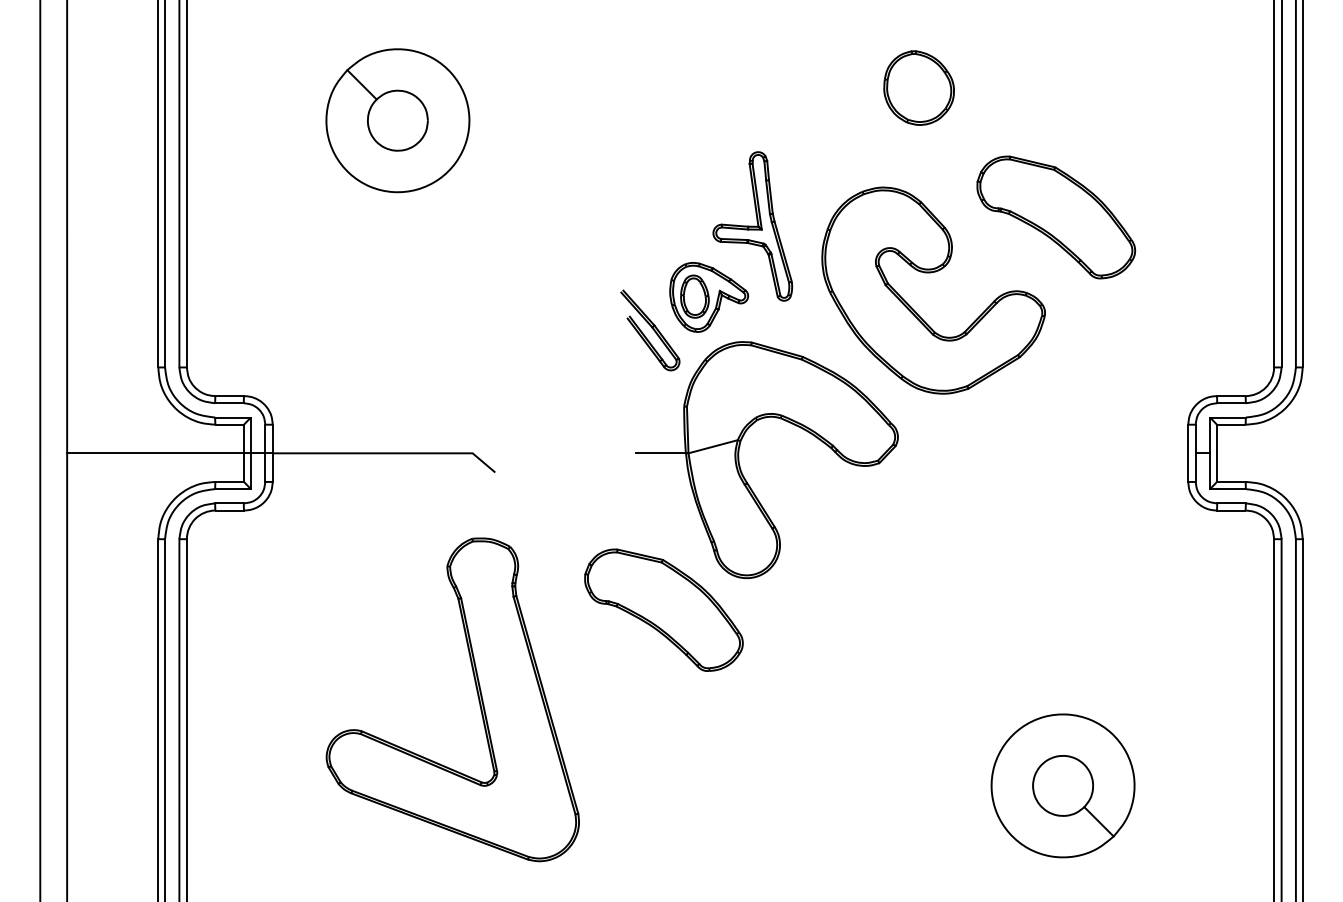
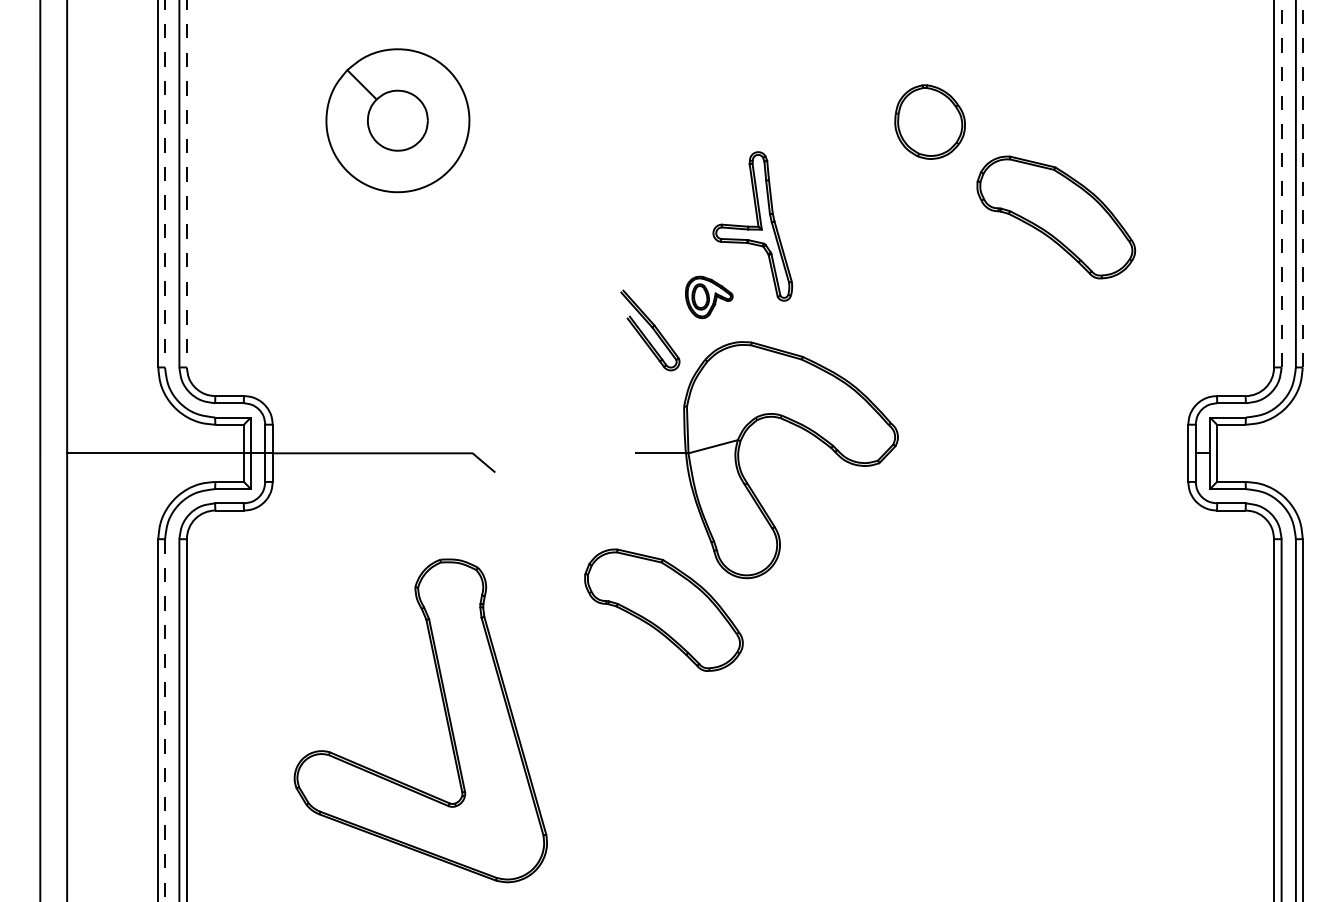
part at (918, 87) position: (918, 87) -> (929, 121)
line at (186, 183): solid -> dashed
line at (1281, 183): solid -> dashed
line at (1302, 183): solid -> dashed
line at (165, 184): solid -> dashed
part at (931, 273): present -> none
part at (709, 297) size: 81x71 px -> 49x45 px
part at (477, 696) position: (477, 696) -> (445, 717)
line at (165, 720): solid -> dashed
part at (1062, 785): present -> none
